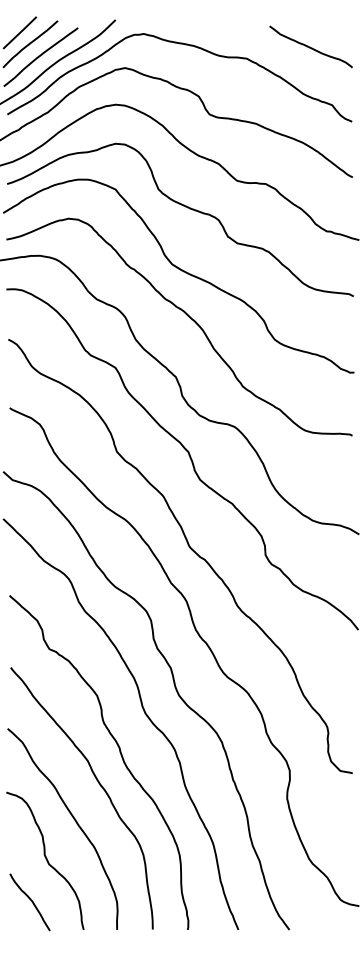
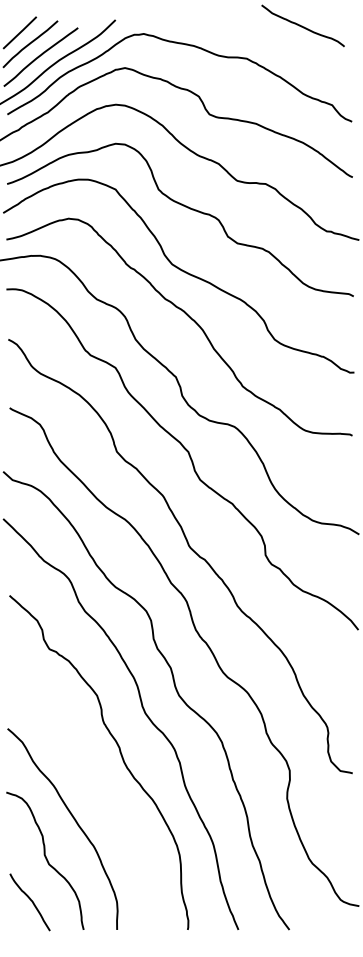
curve at (310, 46) position: (310, 46) -> (302, 25)
curve at (99, 785): present -> none
